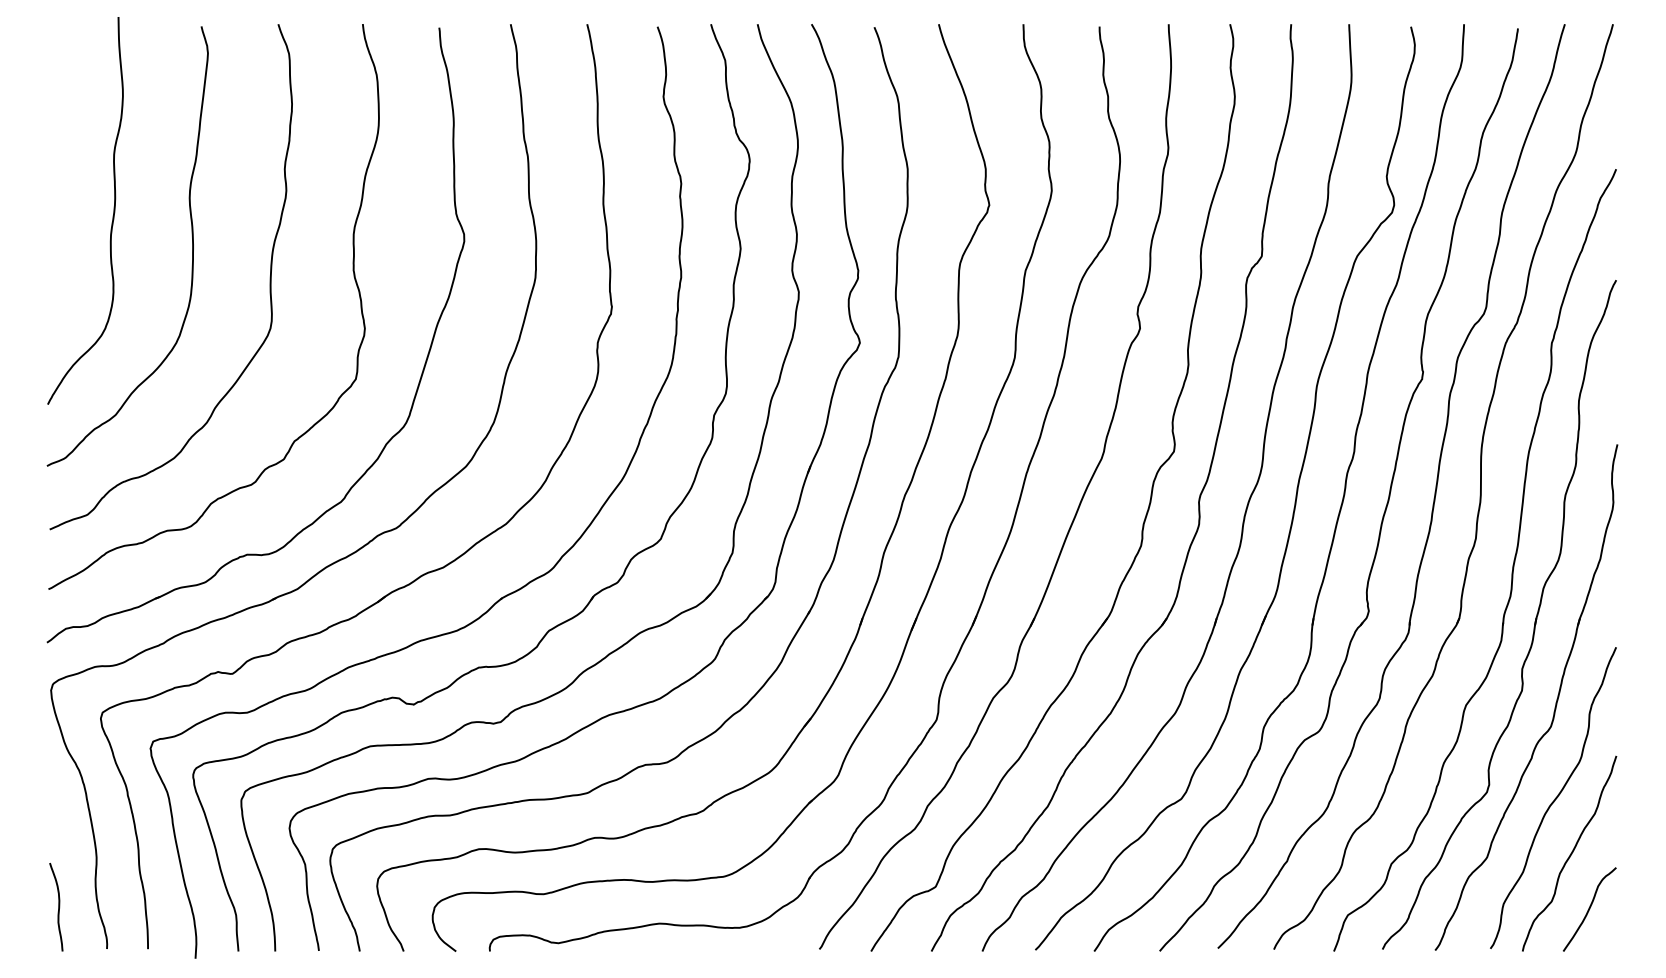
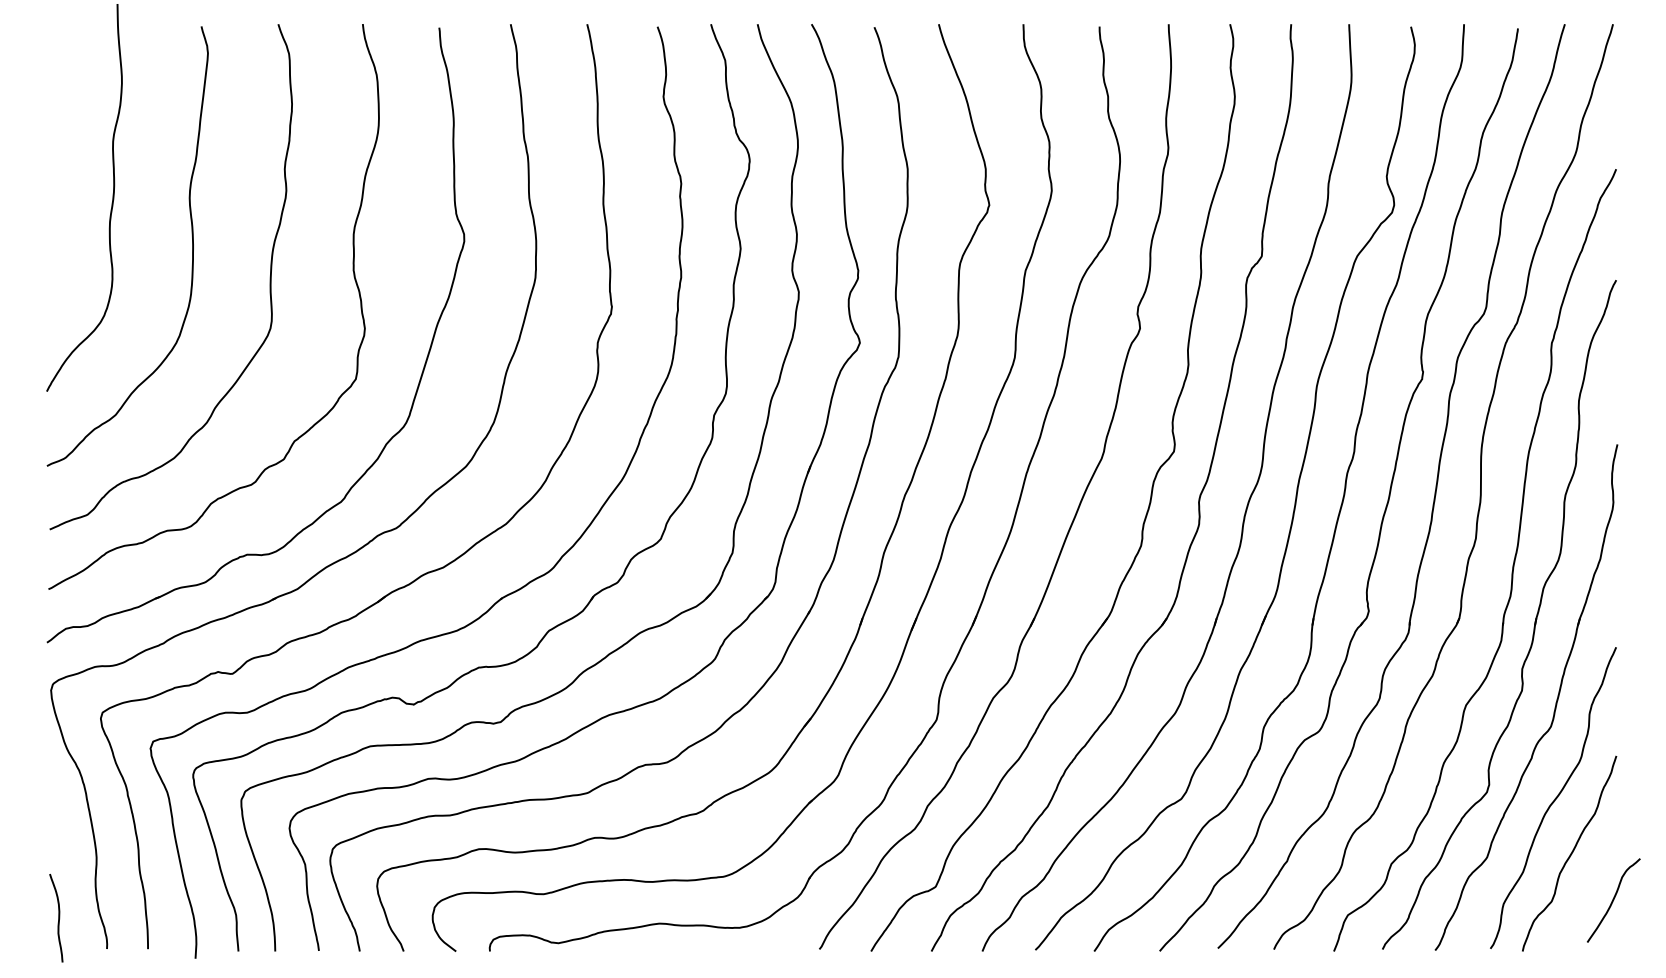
curve at (112, 216) position: (112, 216) -> (111, 203)
curve at (58, 907) position: (58, 907) -> (58, 918)
curve at (1589, 909) position: (1589, 909) -> (1613, 900)
